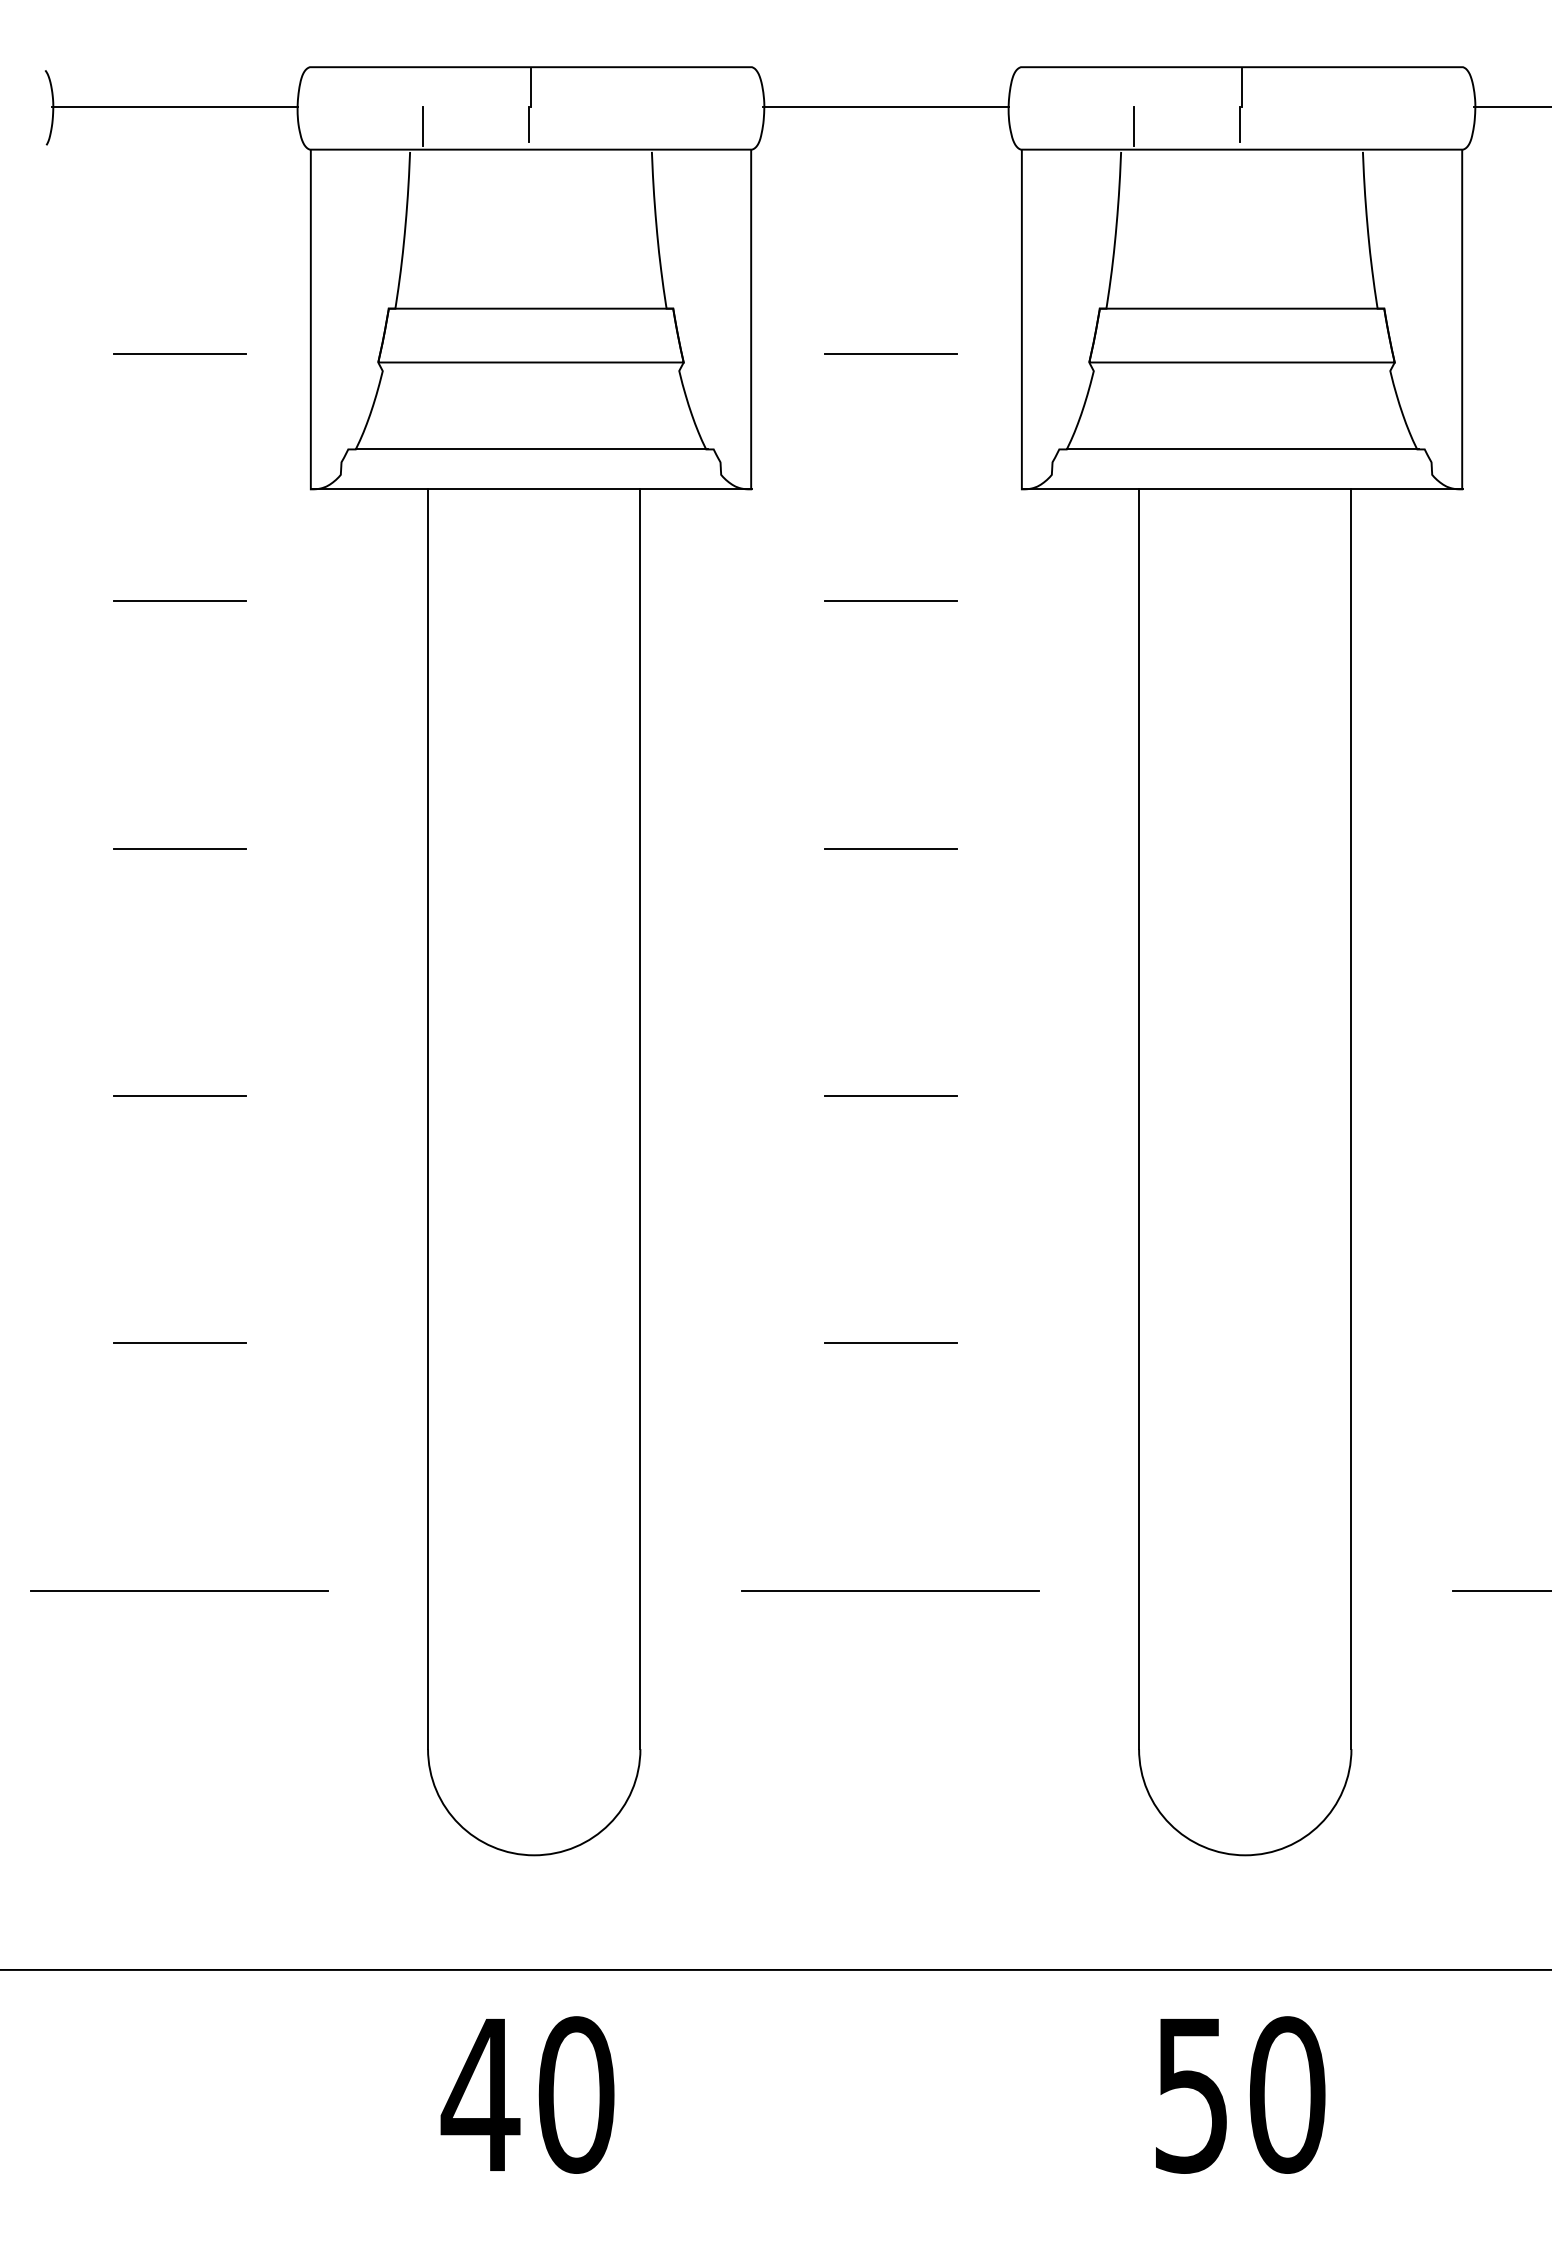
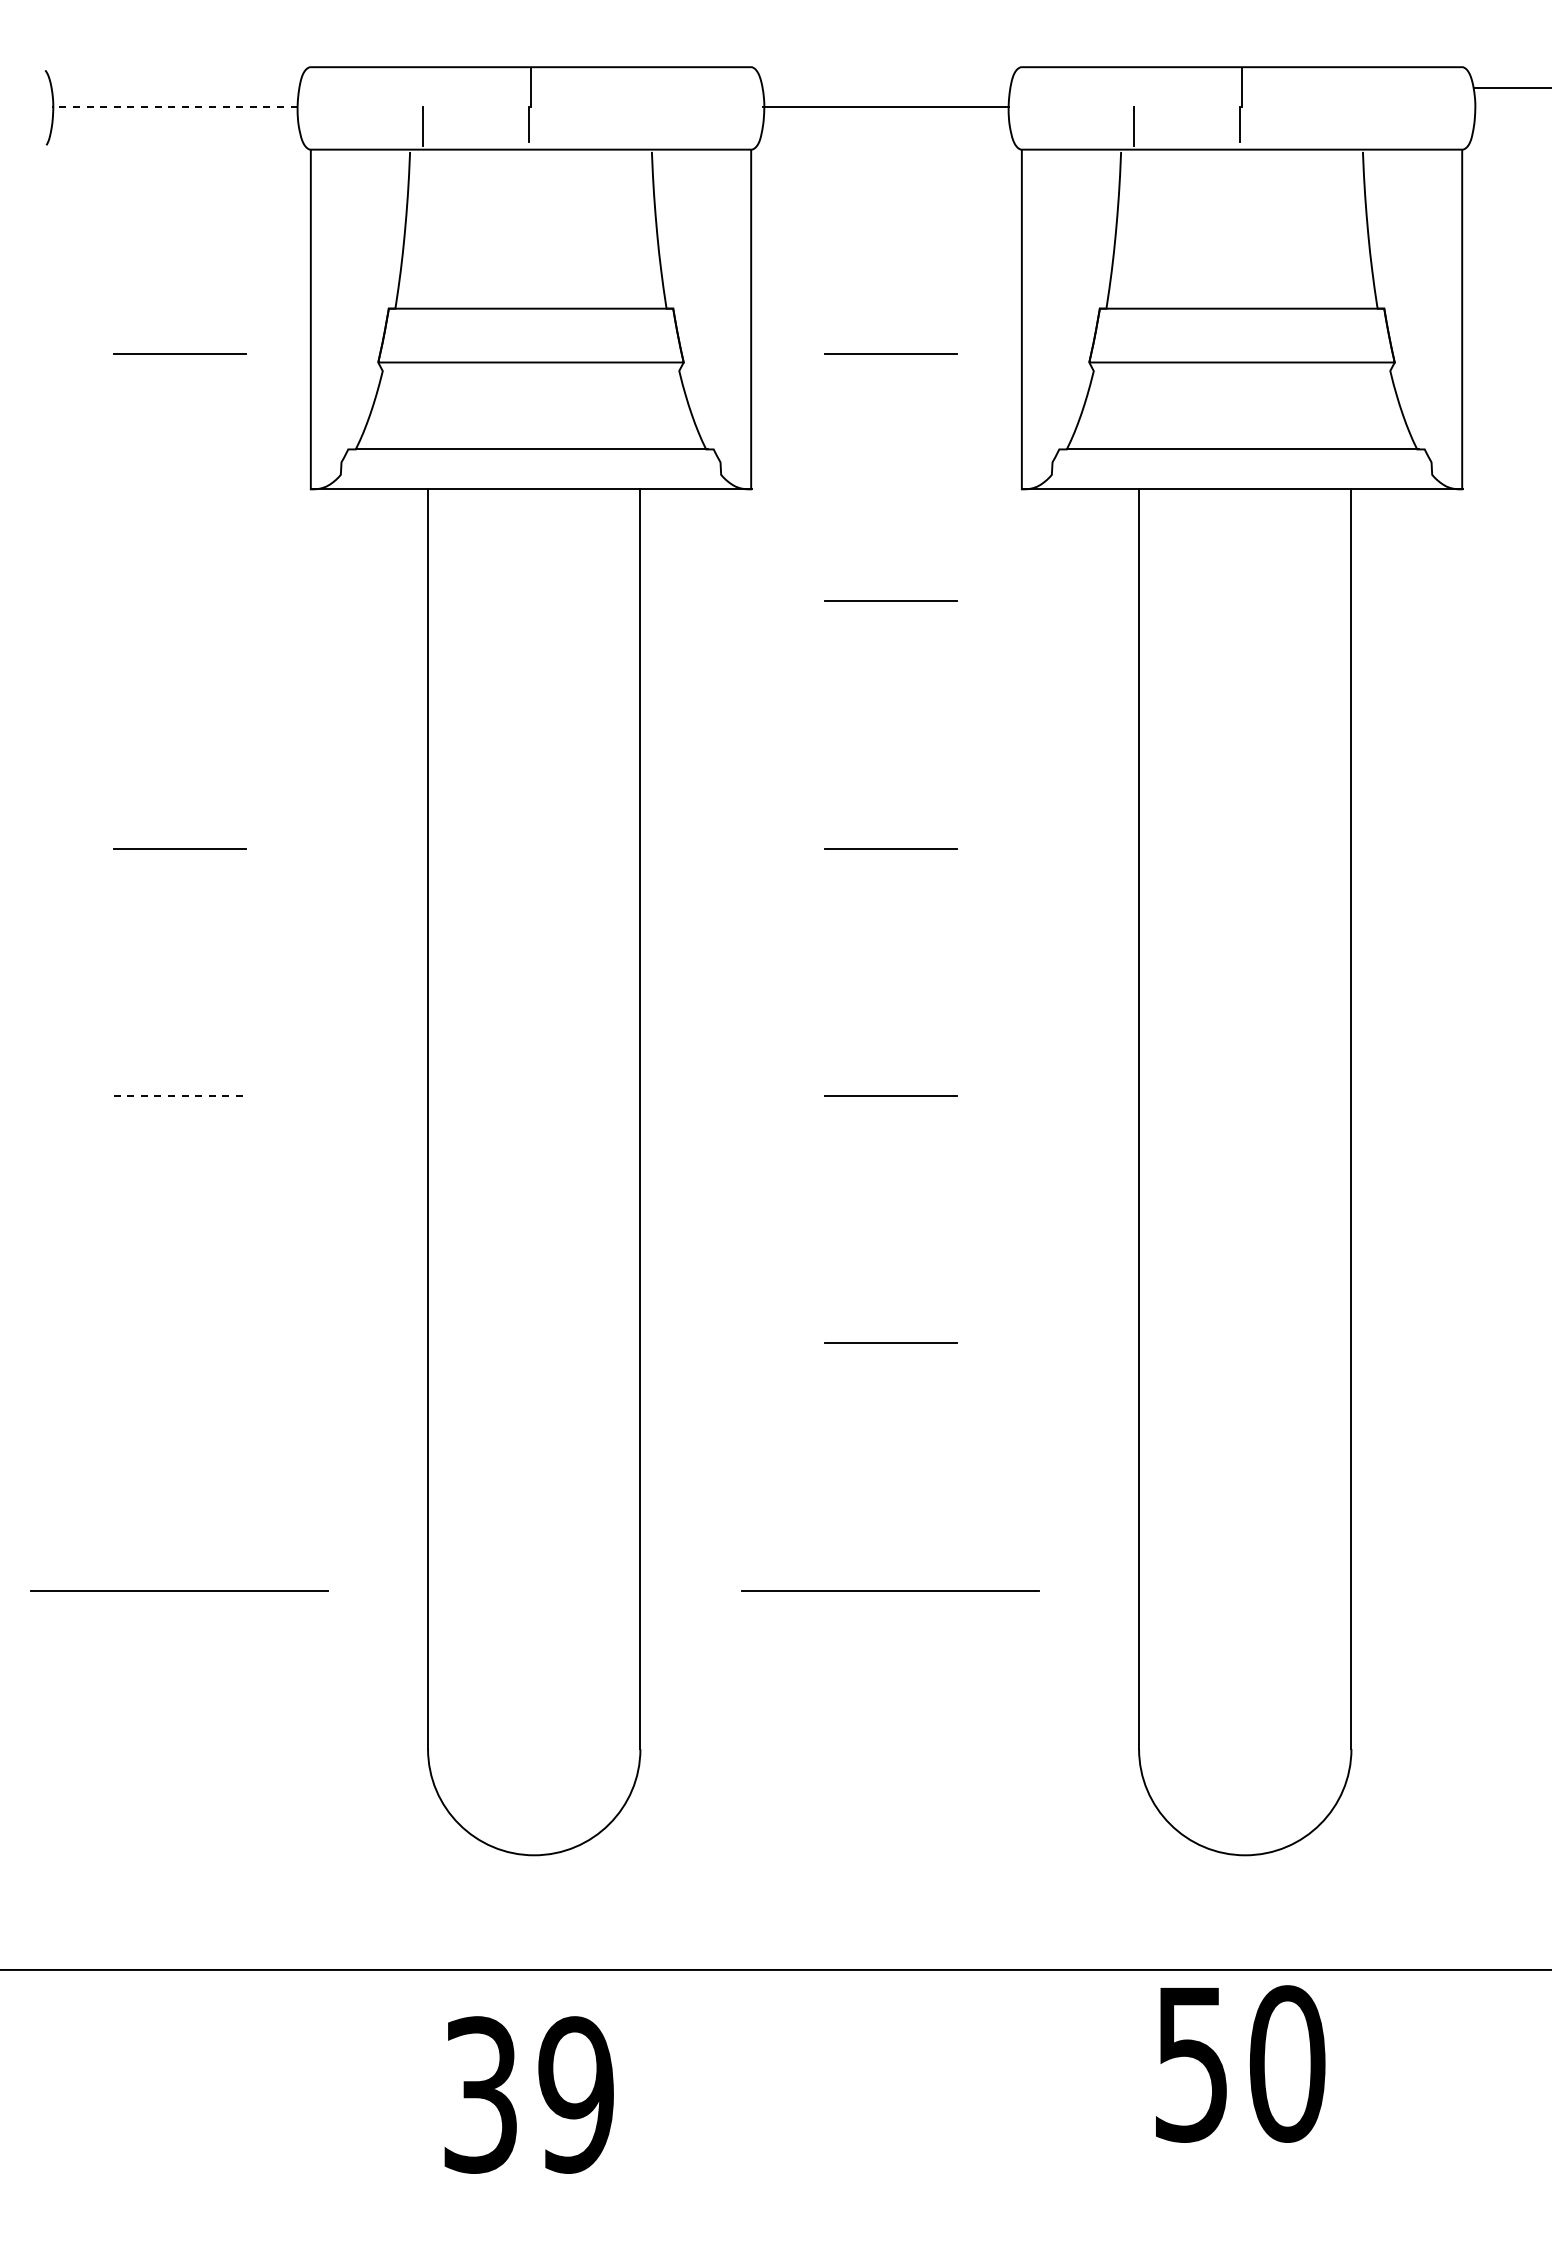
line at (174, 107): solid -> dashed
line at (1511, 107) position: (1511, 107) -> (1511, 88)
line at (179, 601): present -> none
line at (179, 1095): solid -> dashed
line at (179, 1343): present -> none
line at (1500, 1590): present -> none
text at (527, 2094): 40 -> 39
text at (1240, 2094) position: (1240, 2094) -> (1240, 2063)
